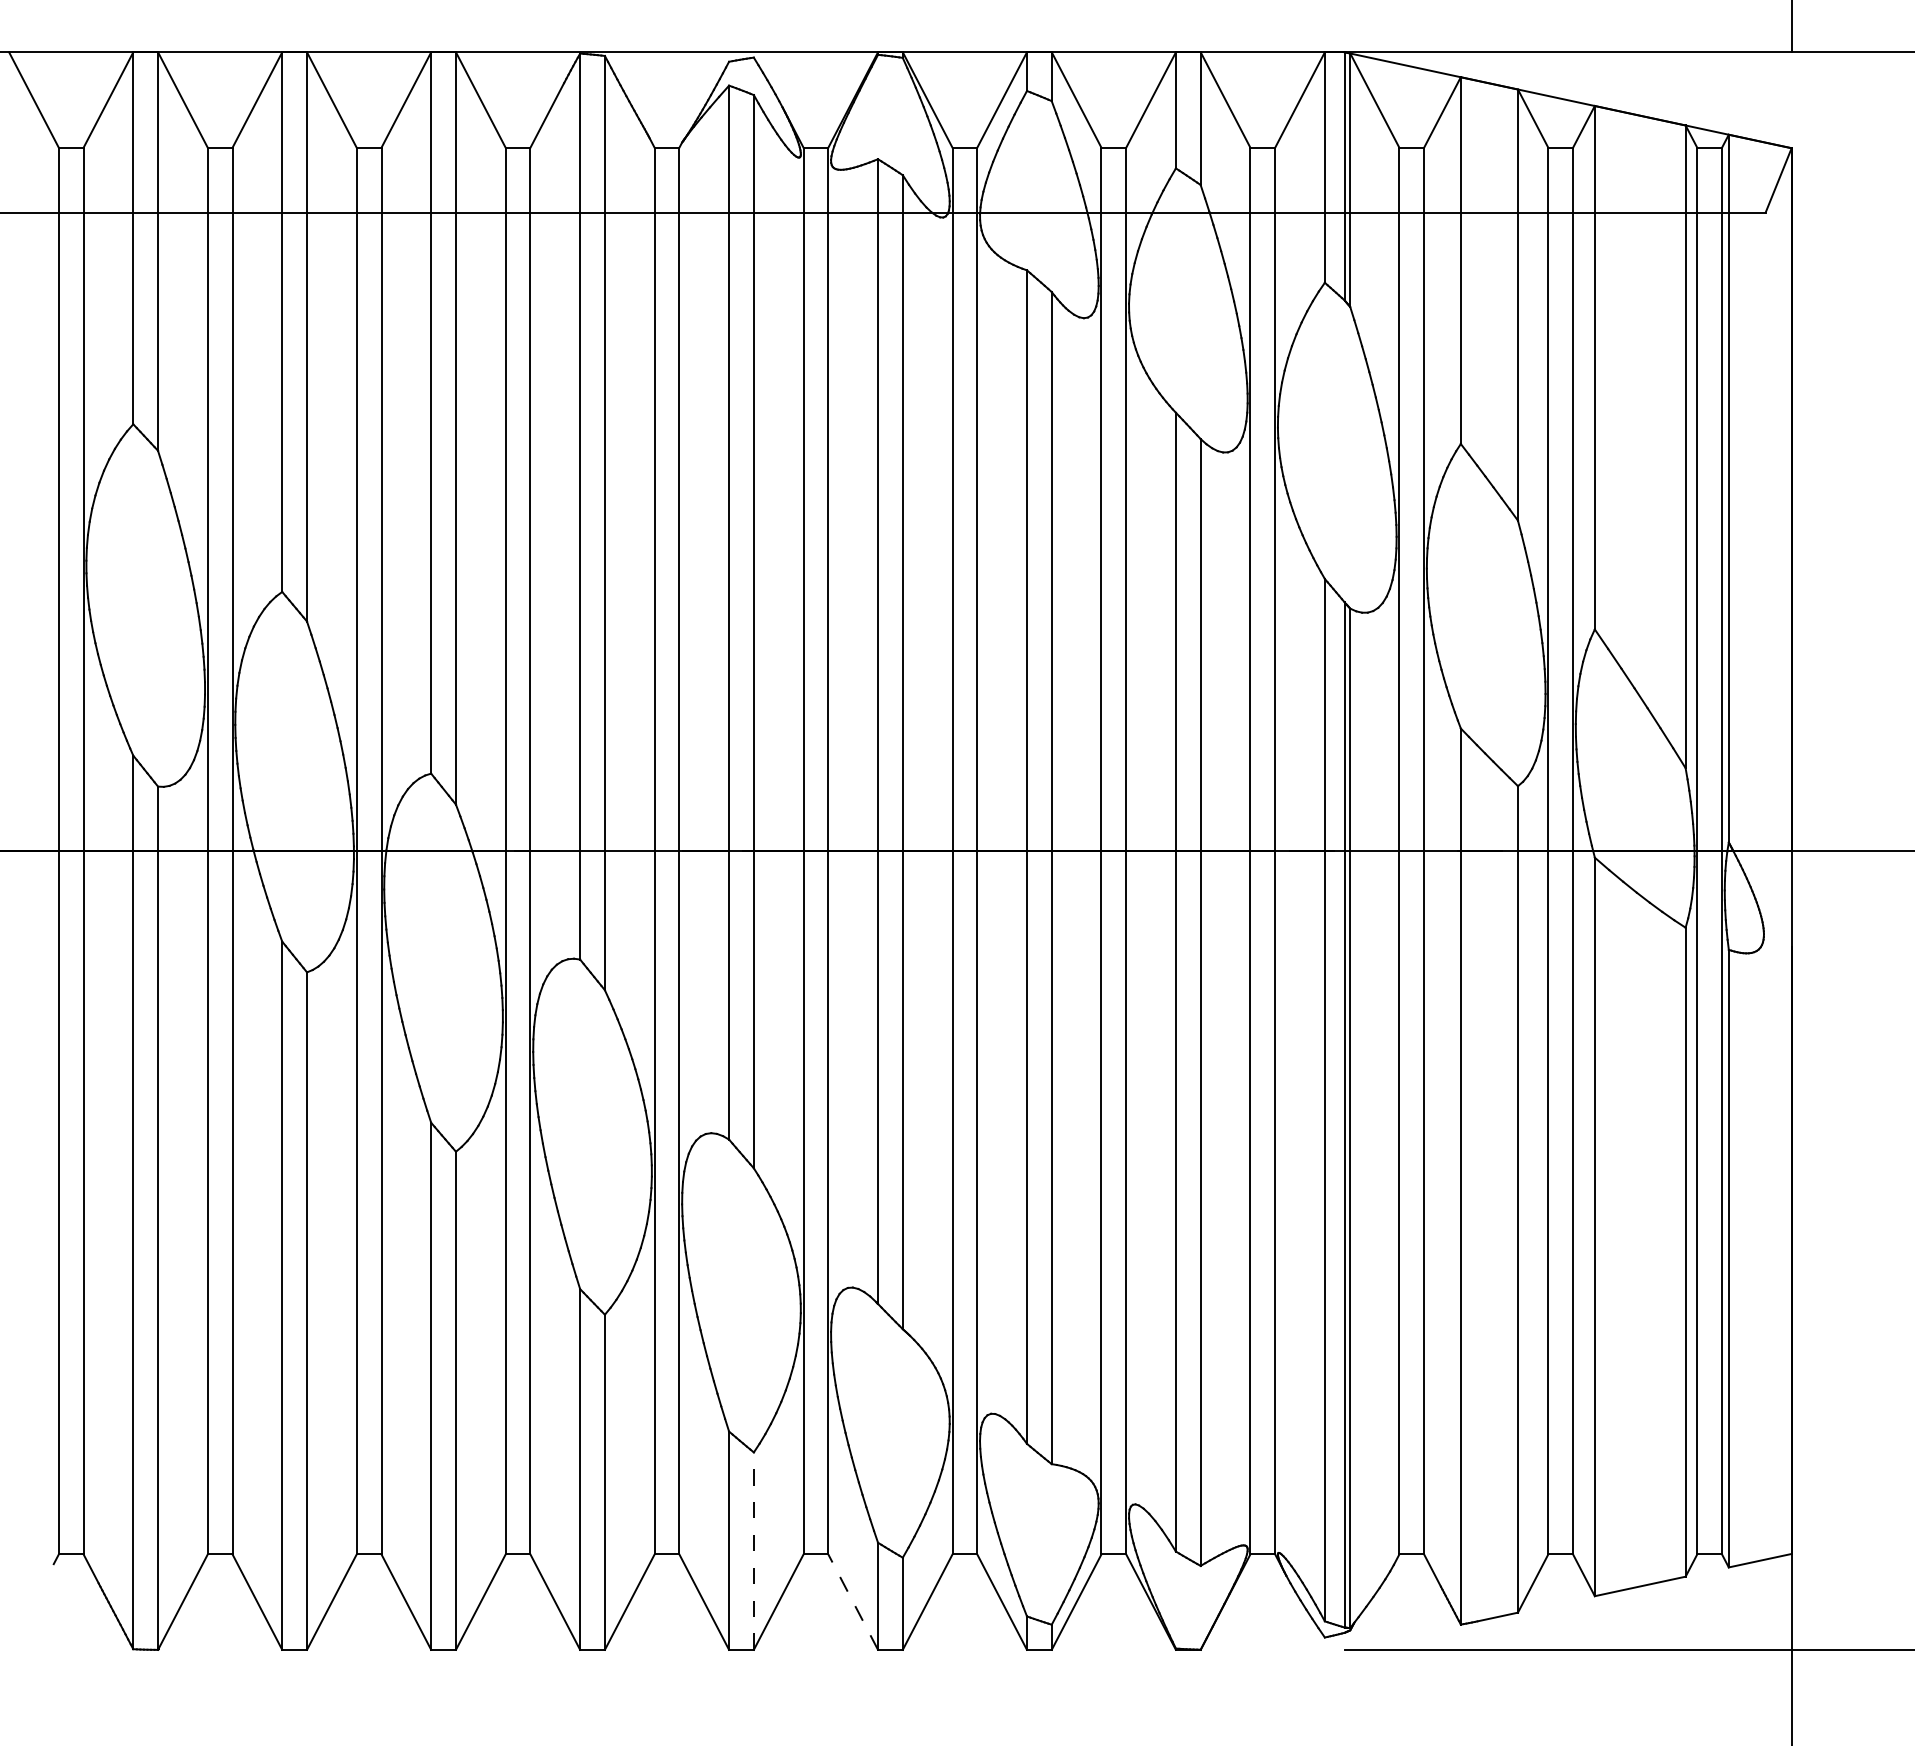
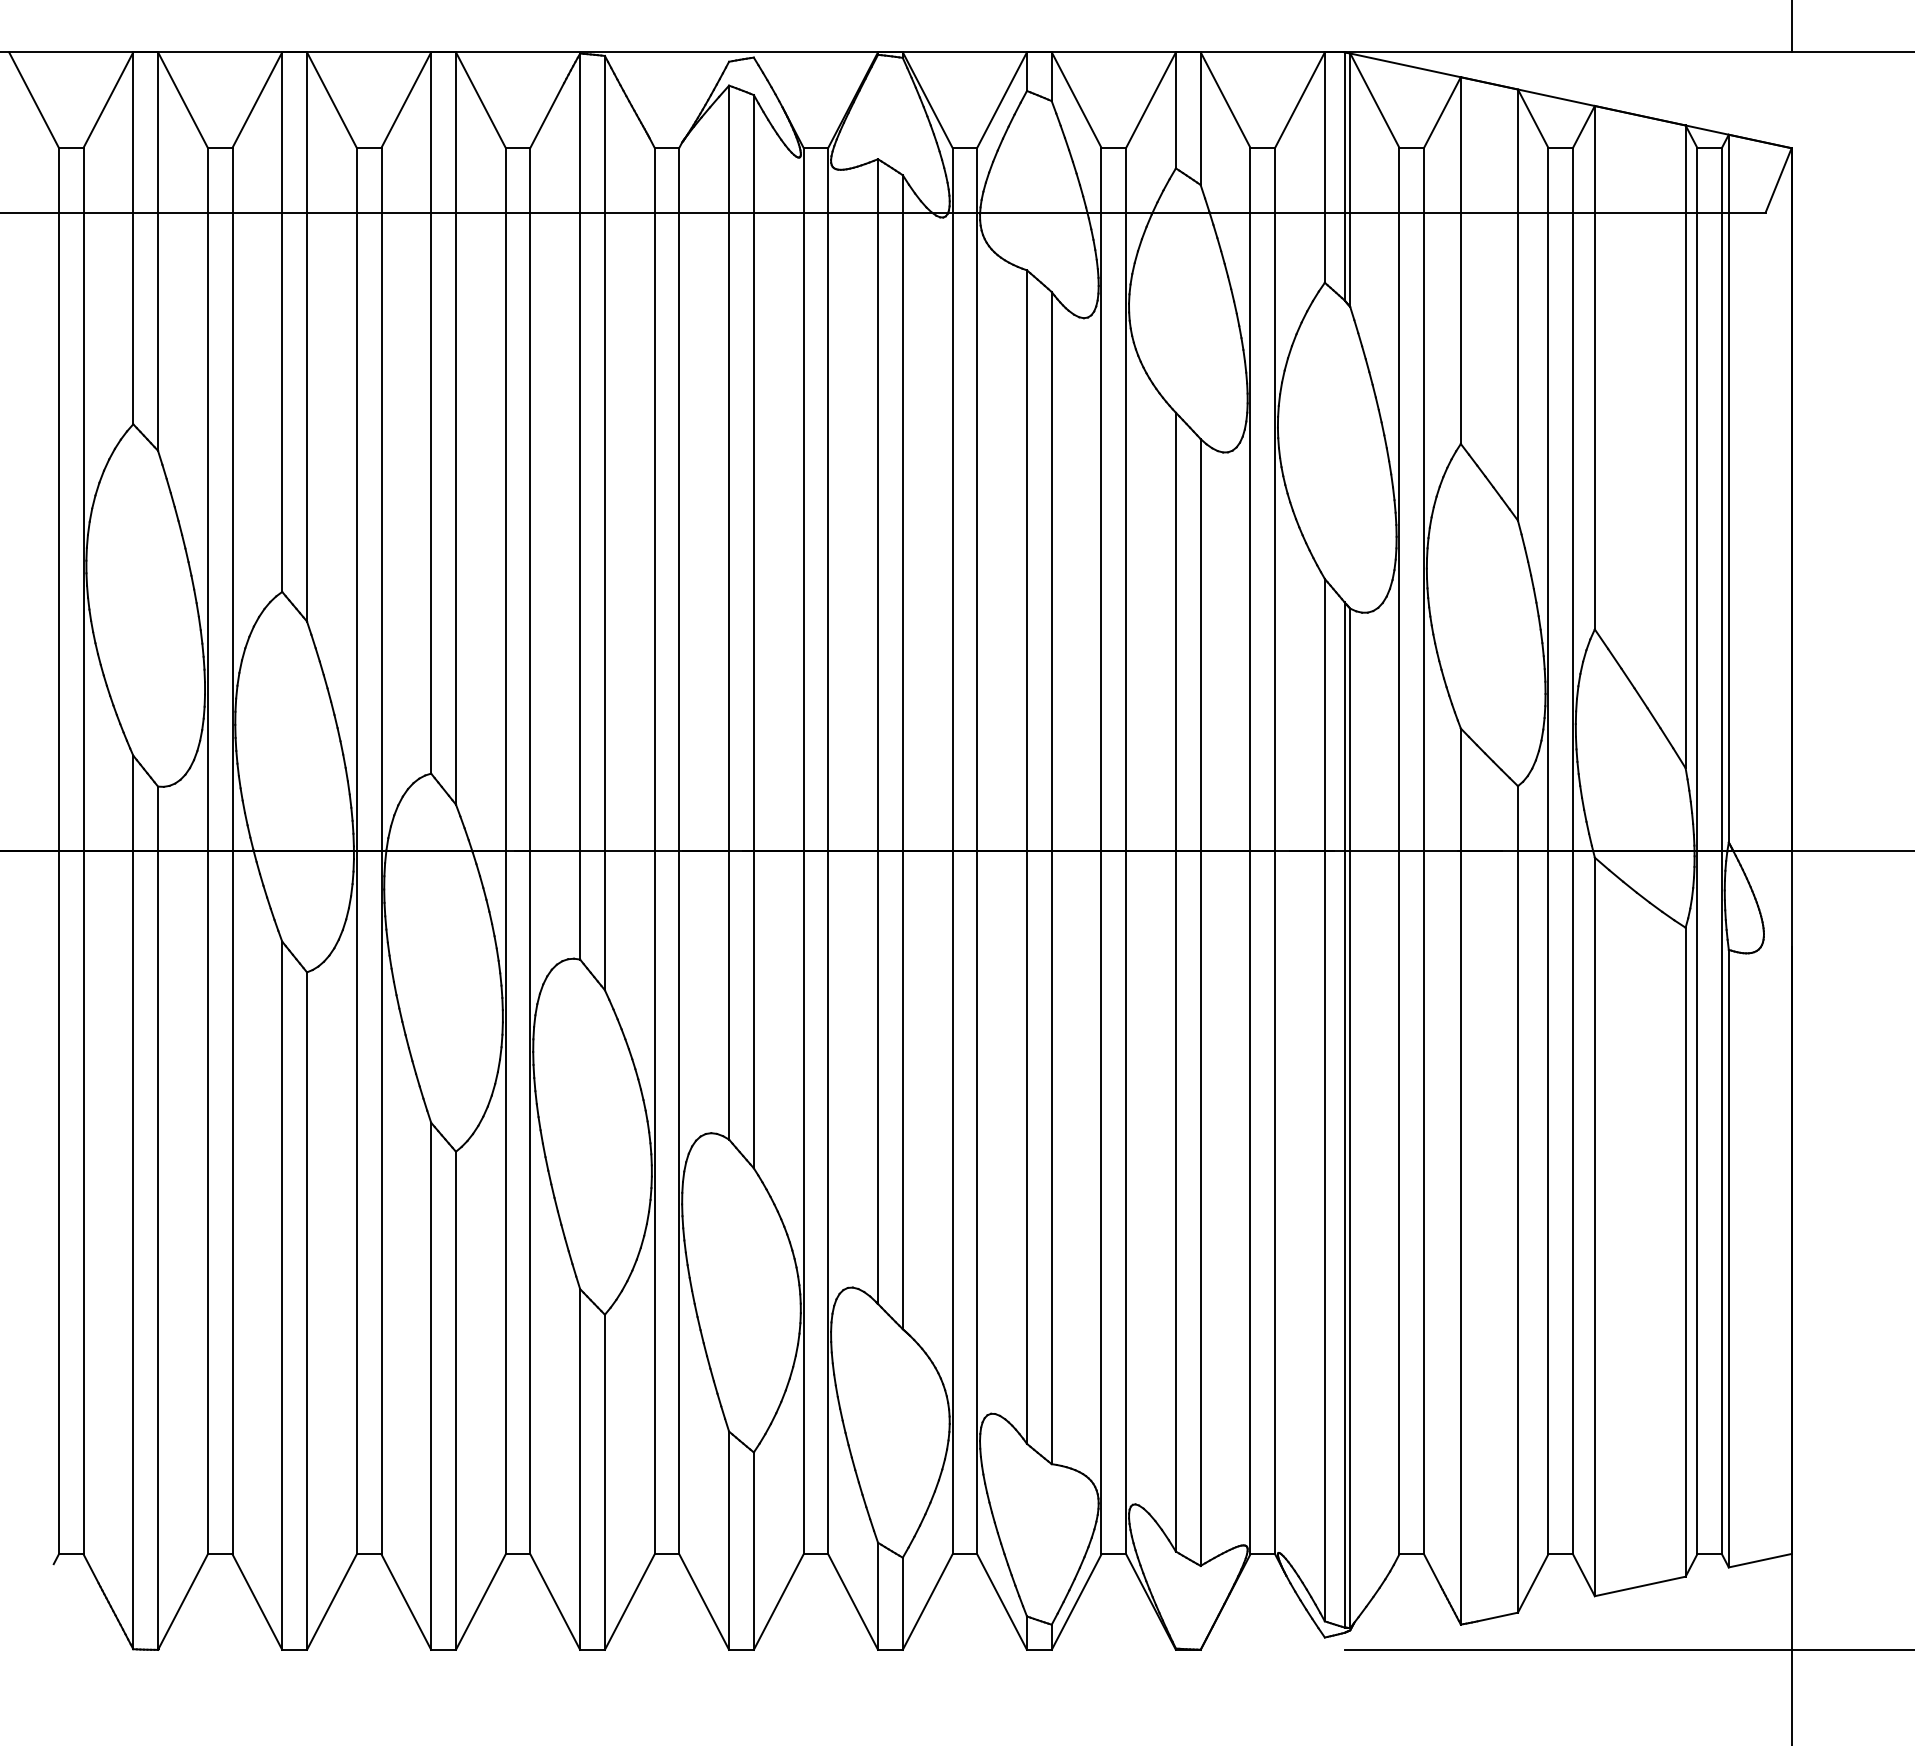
line at (753, 1551): dashed -> solid
line at (853, 1602): dashed -> solid
